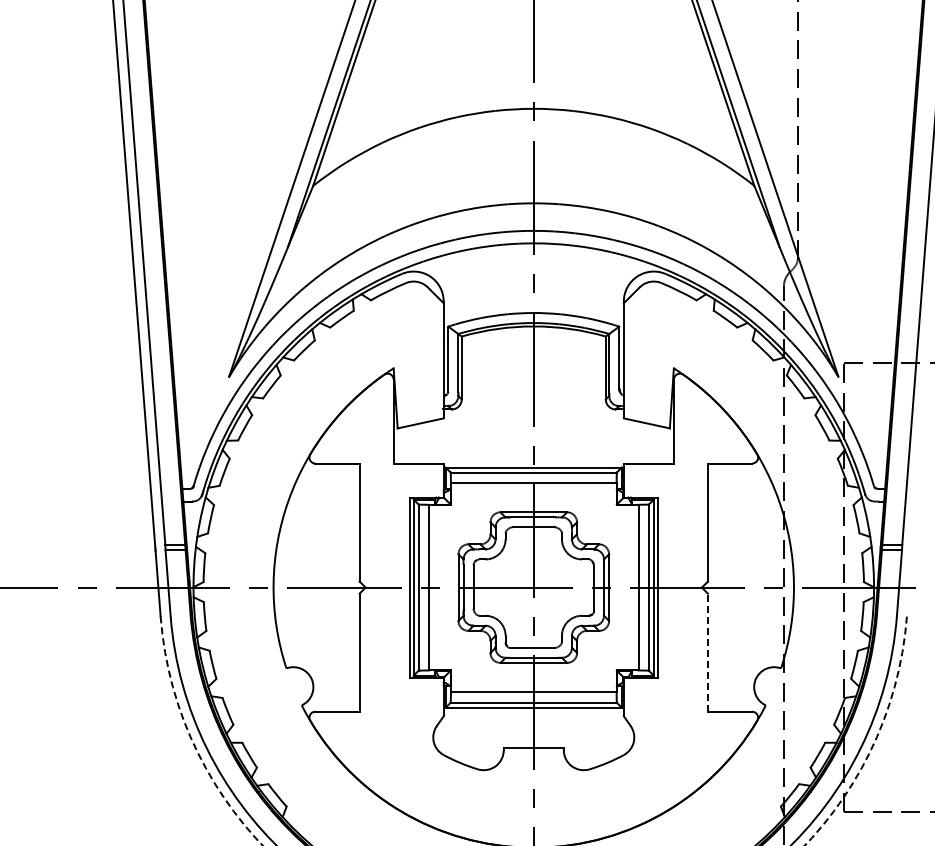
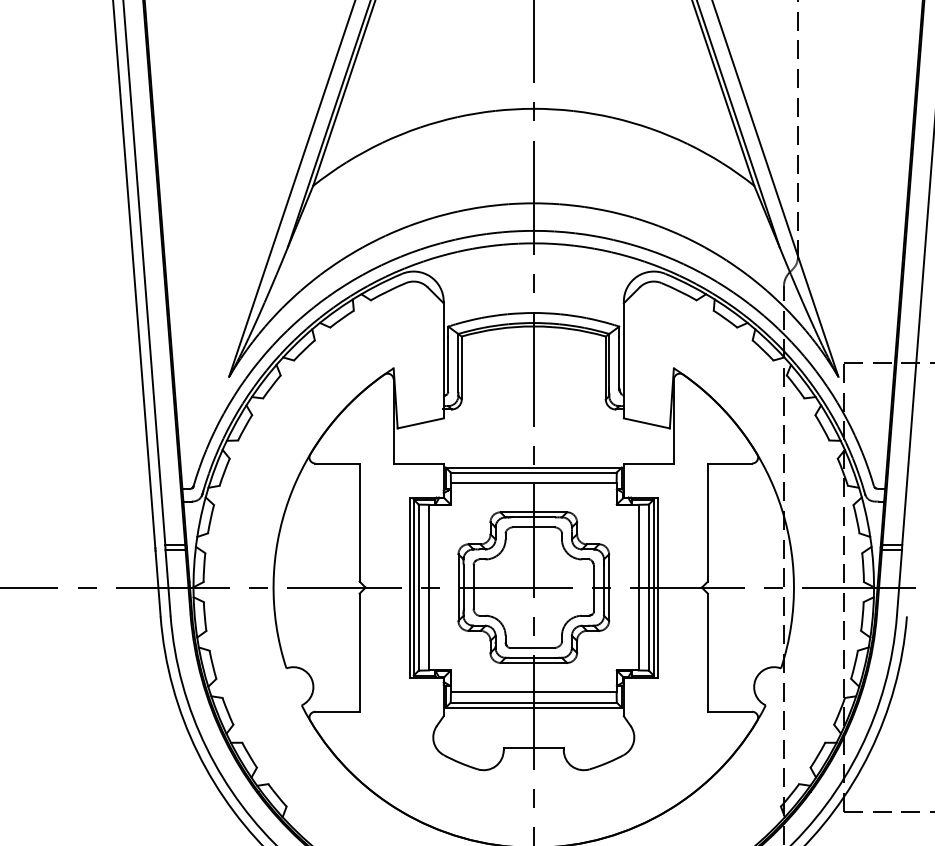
line at (707, 652): dashed -> solid
arc at (804, 845): dashed -> solid
